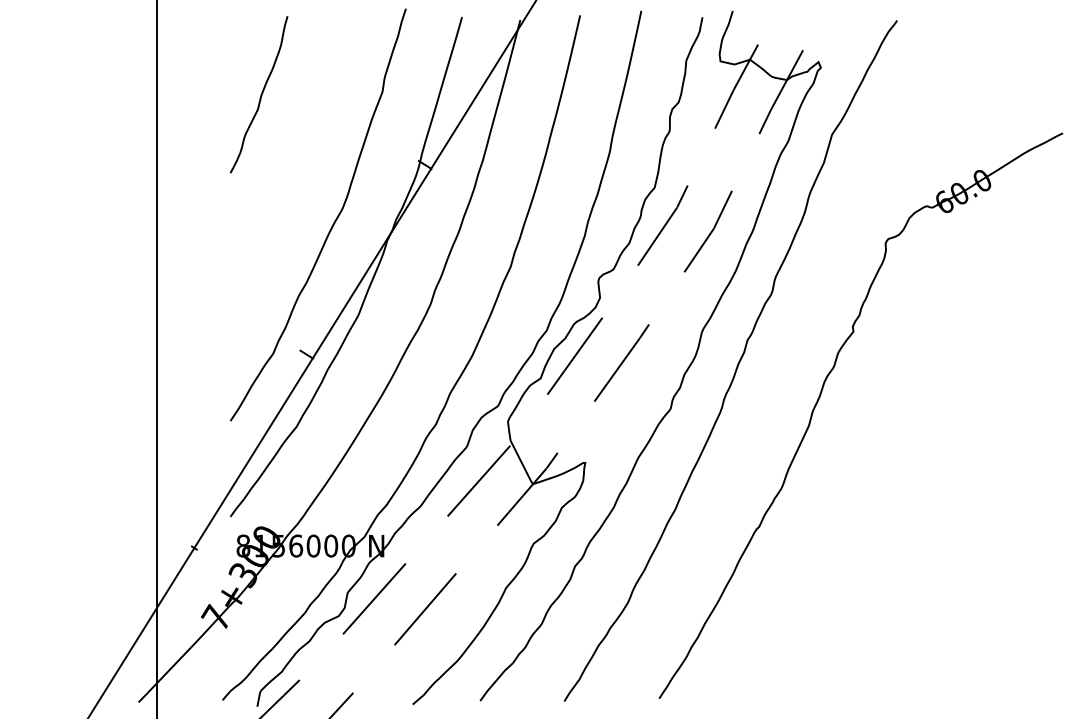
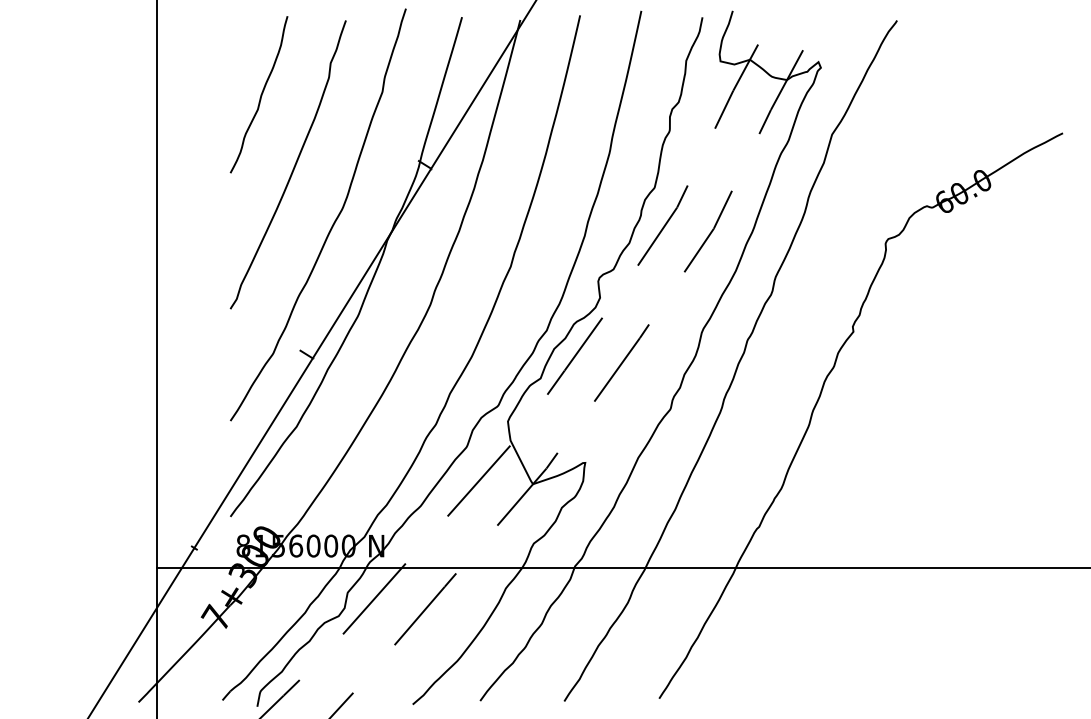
curve at (293, 166): none -> present
line at (621, 568): none -> present
